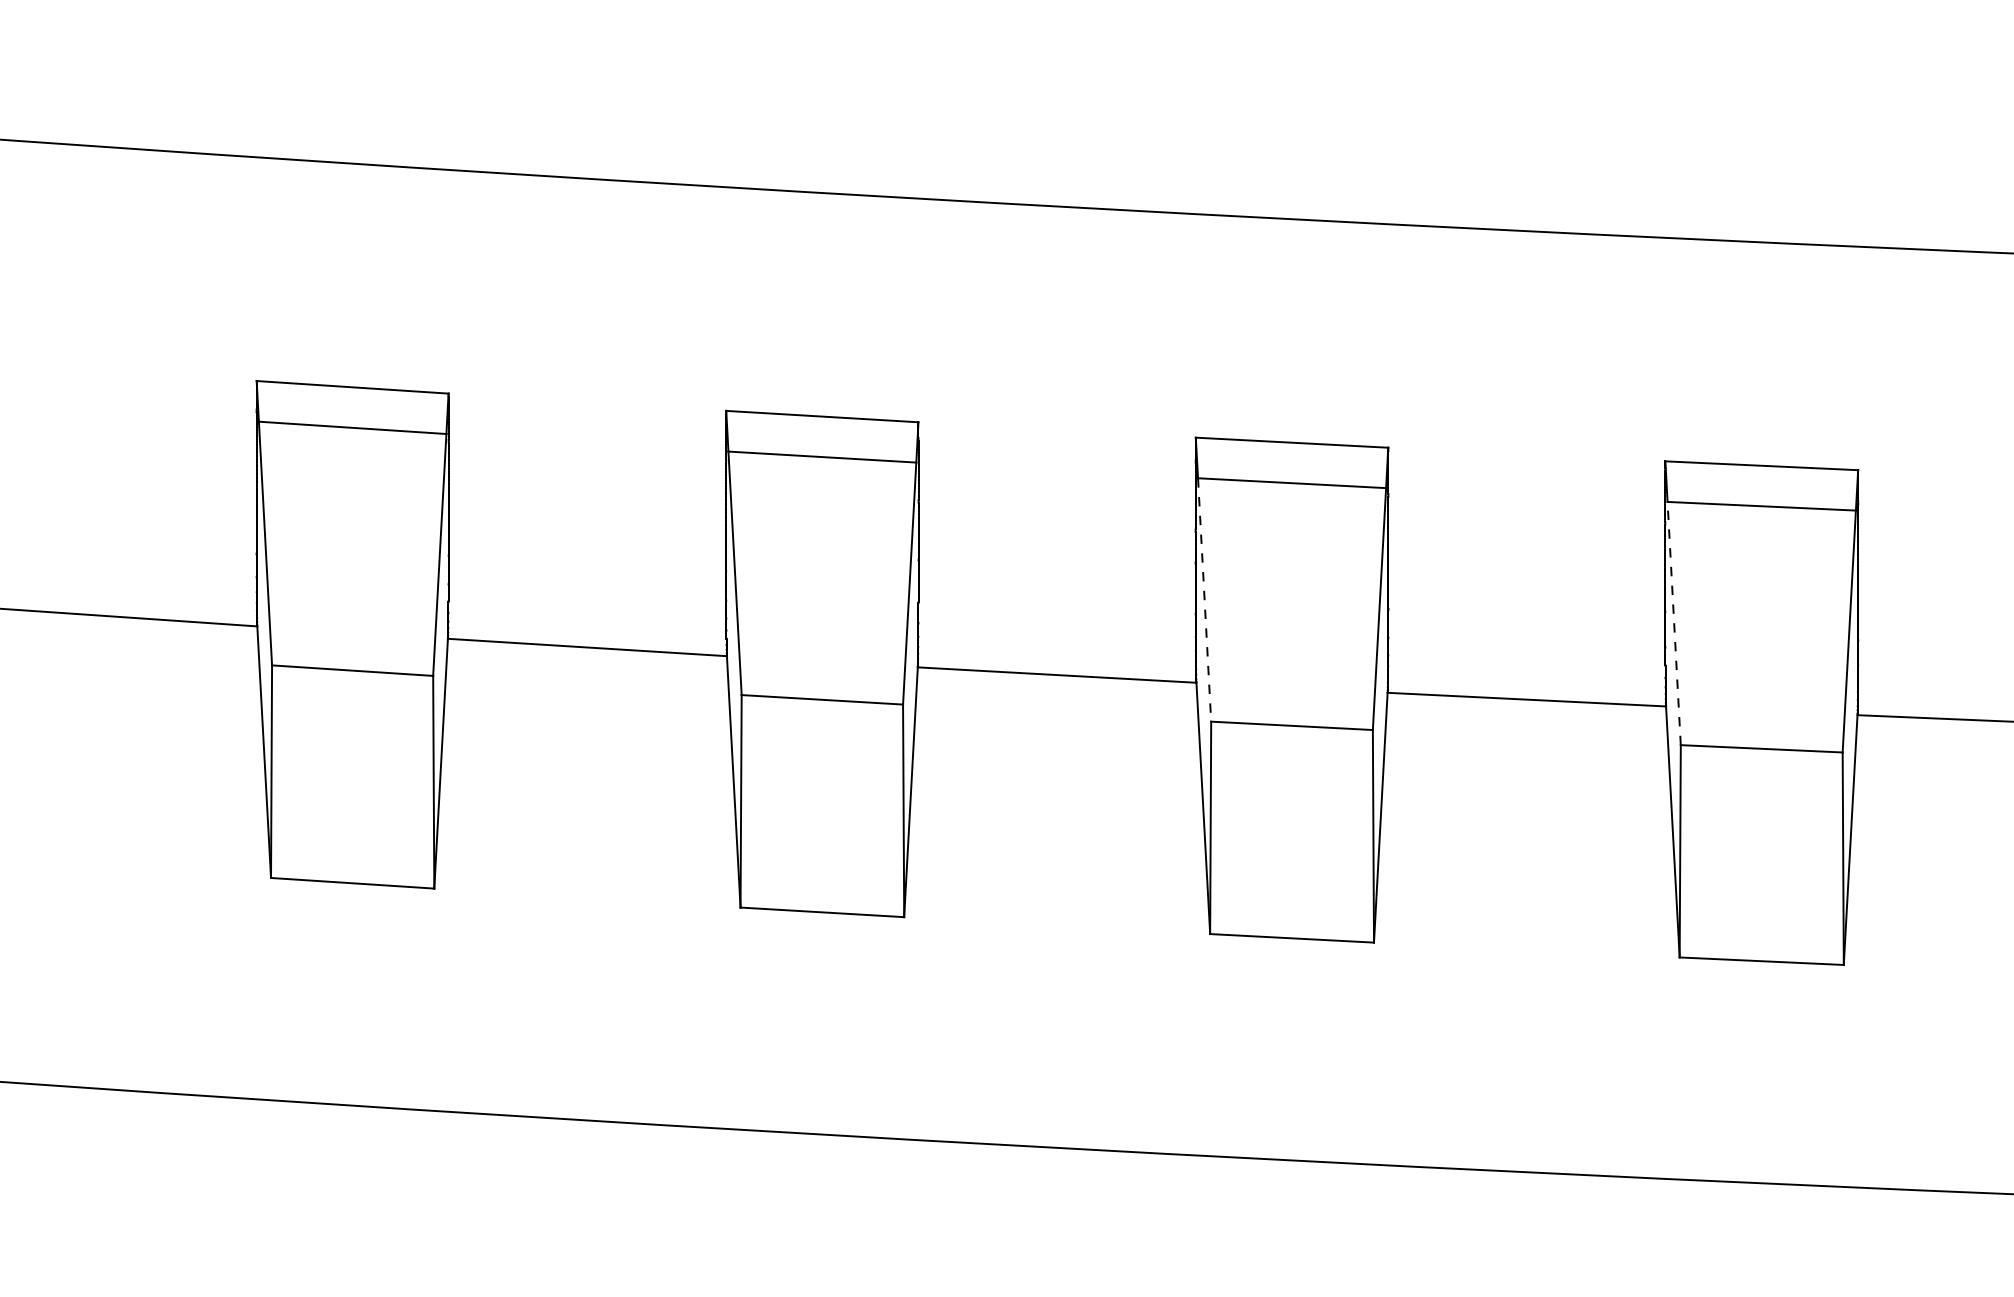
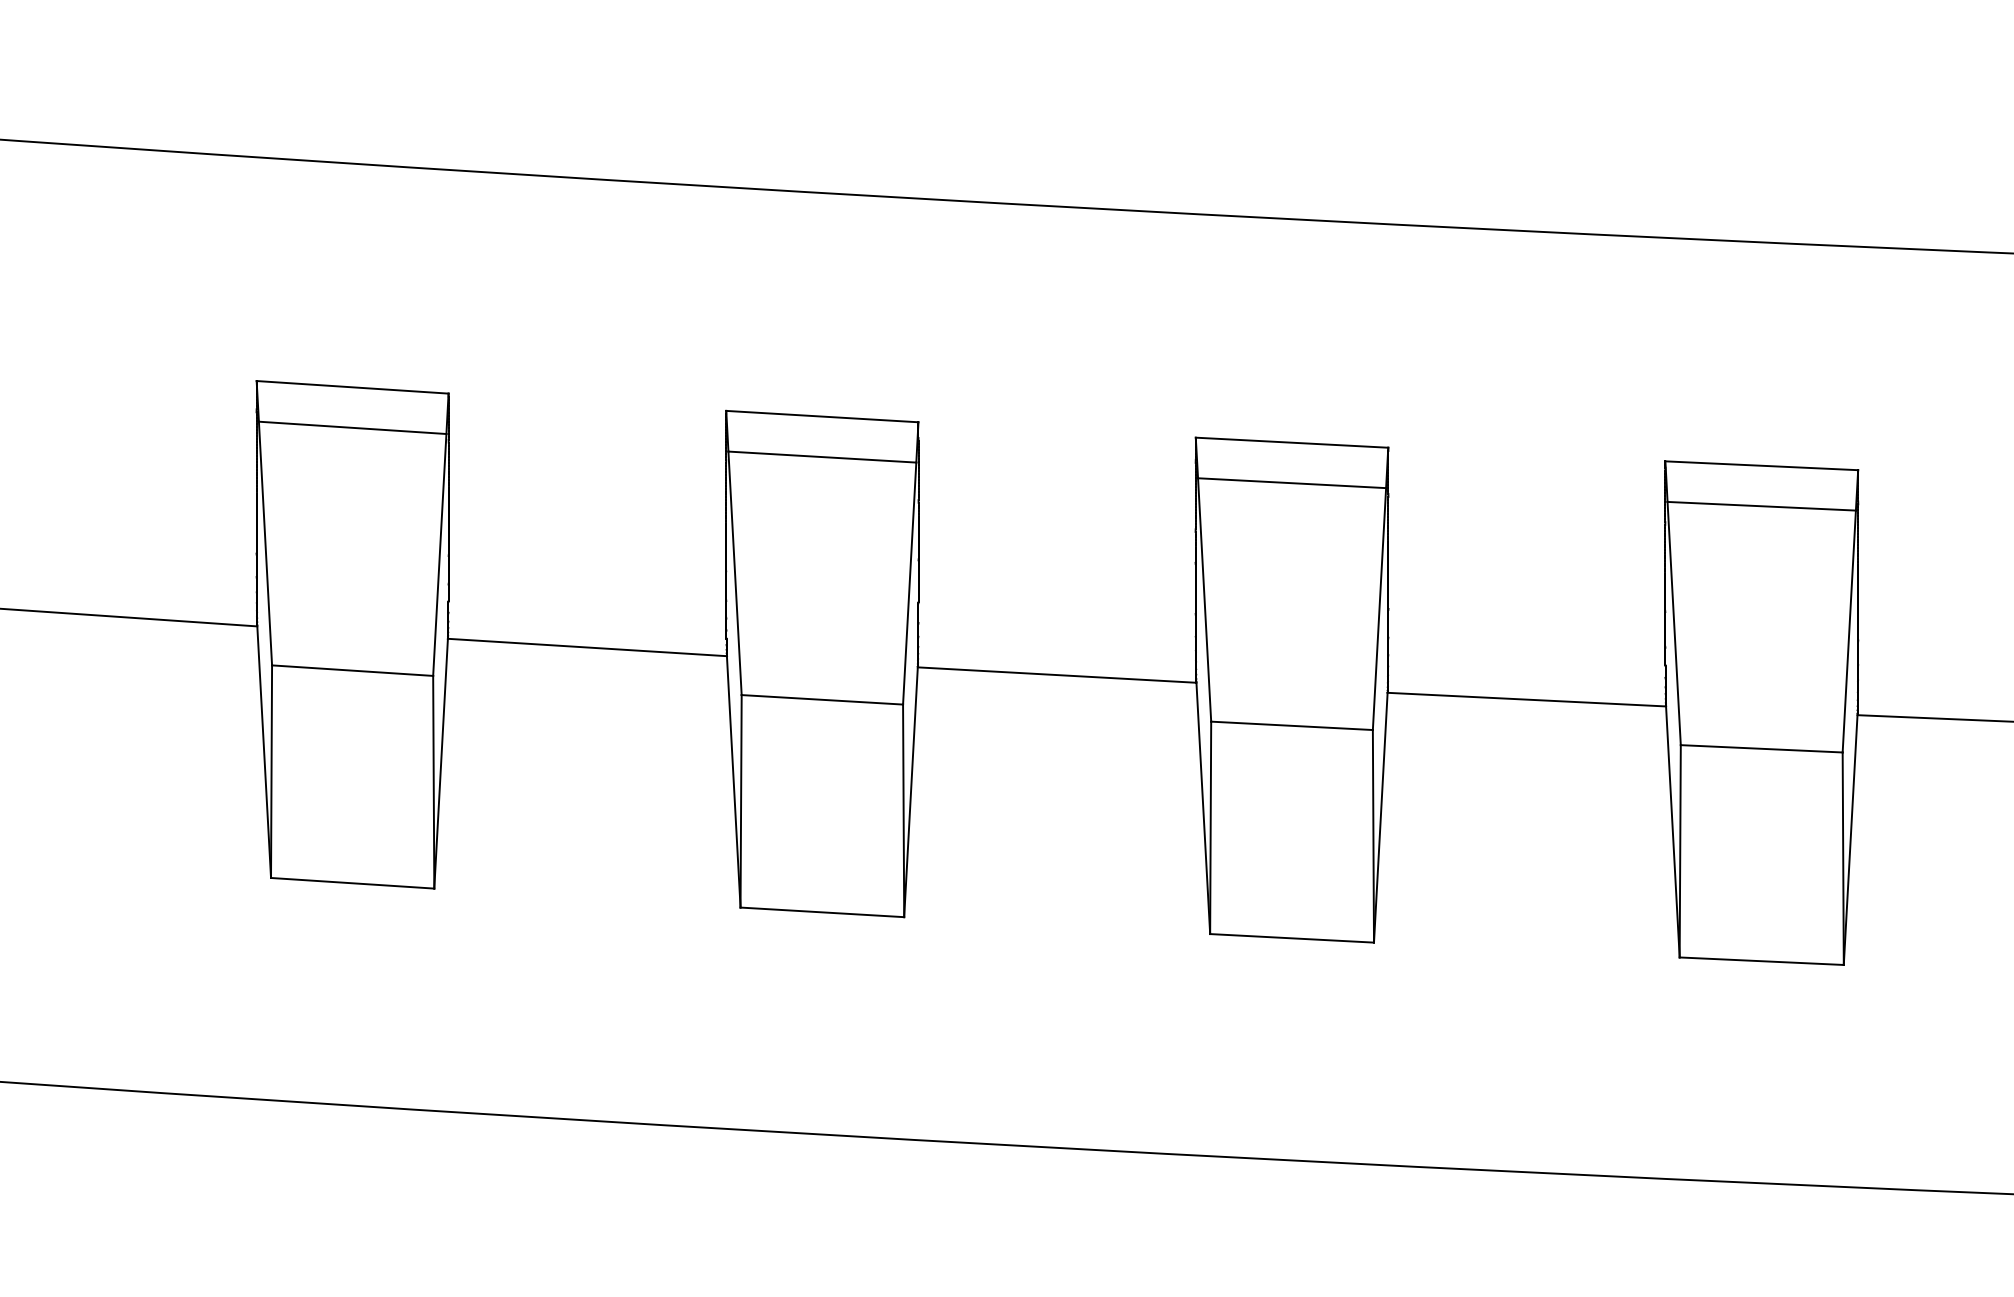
line at (1204, 599): dashed -> solid
line at (1674, 623): dashed -> solid
